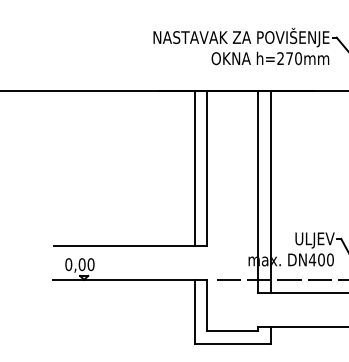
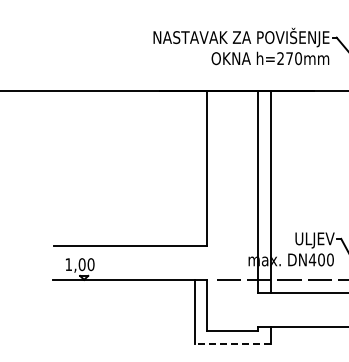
line at (194, 168): present -> none
text at (68, 264): 0,00 -> 1,00
line at (232, 343): solid -> dashed
